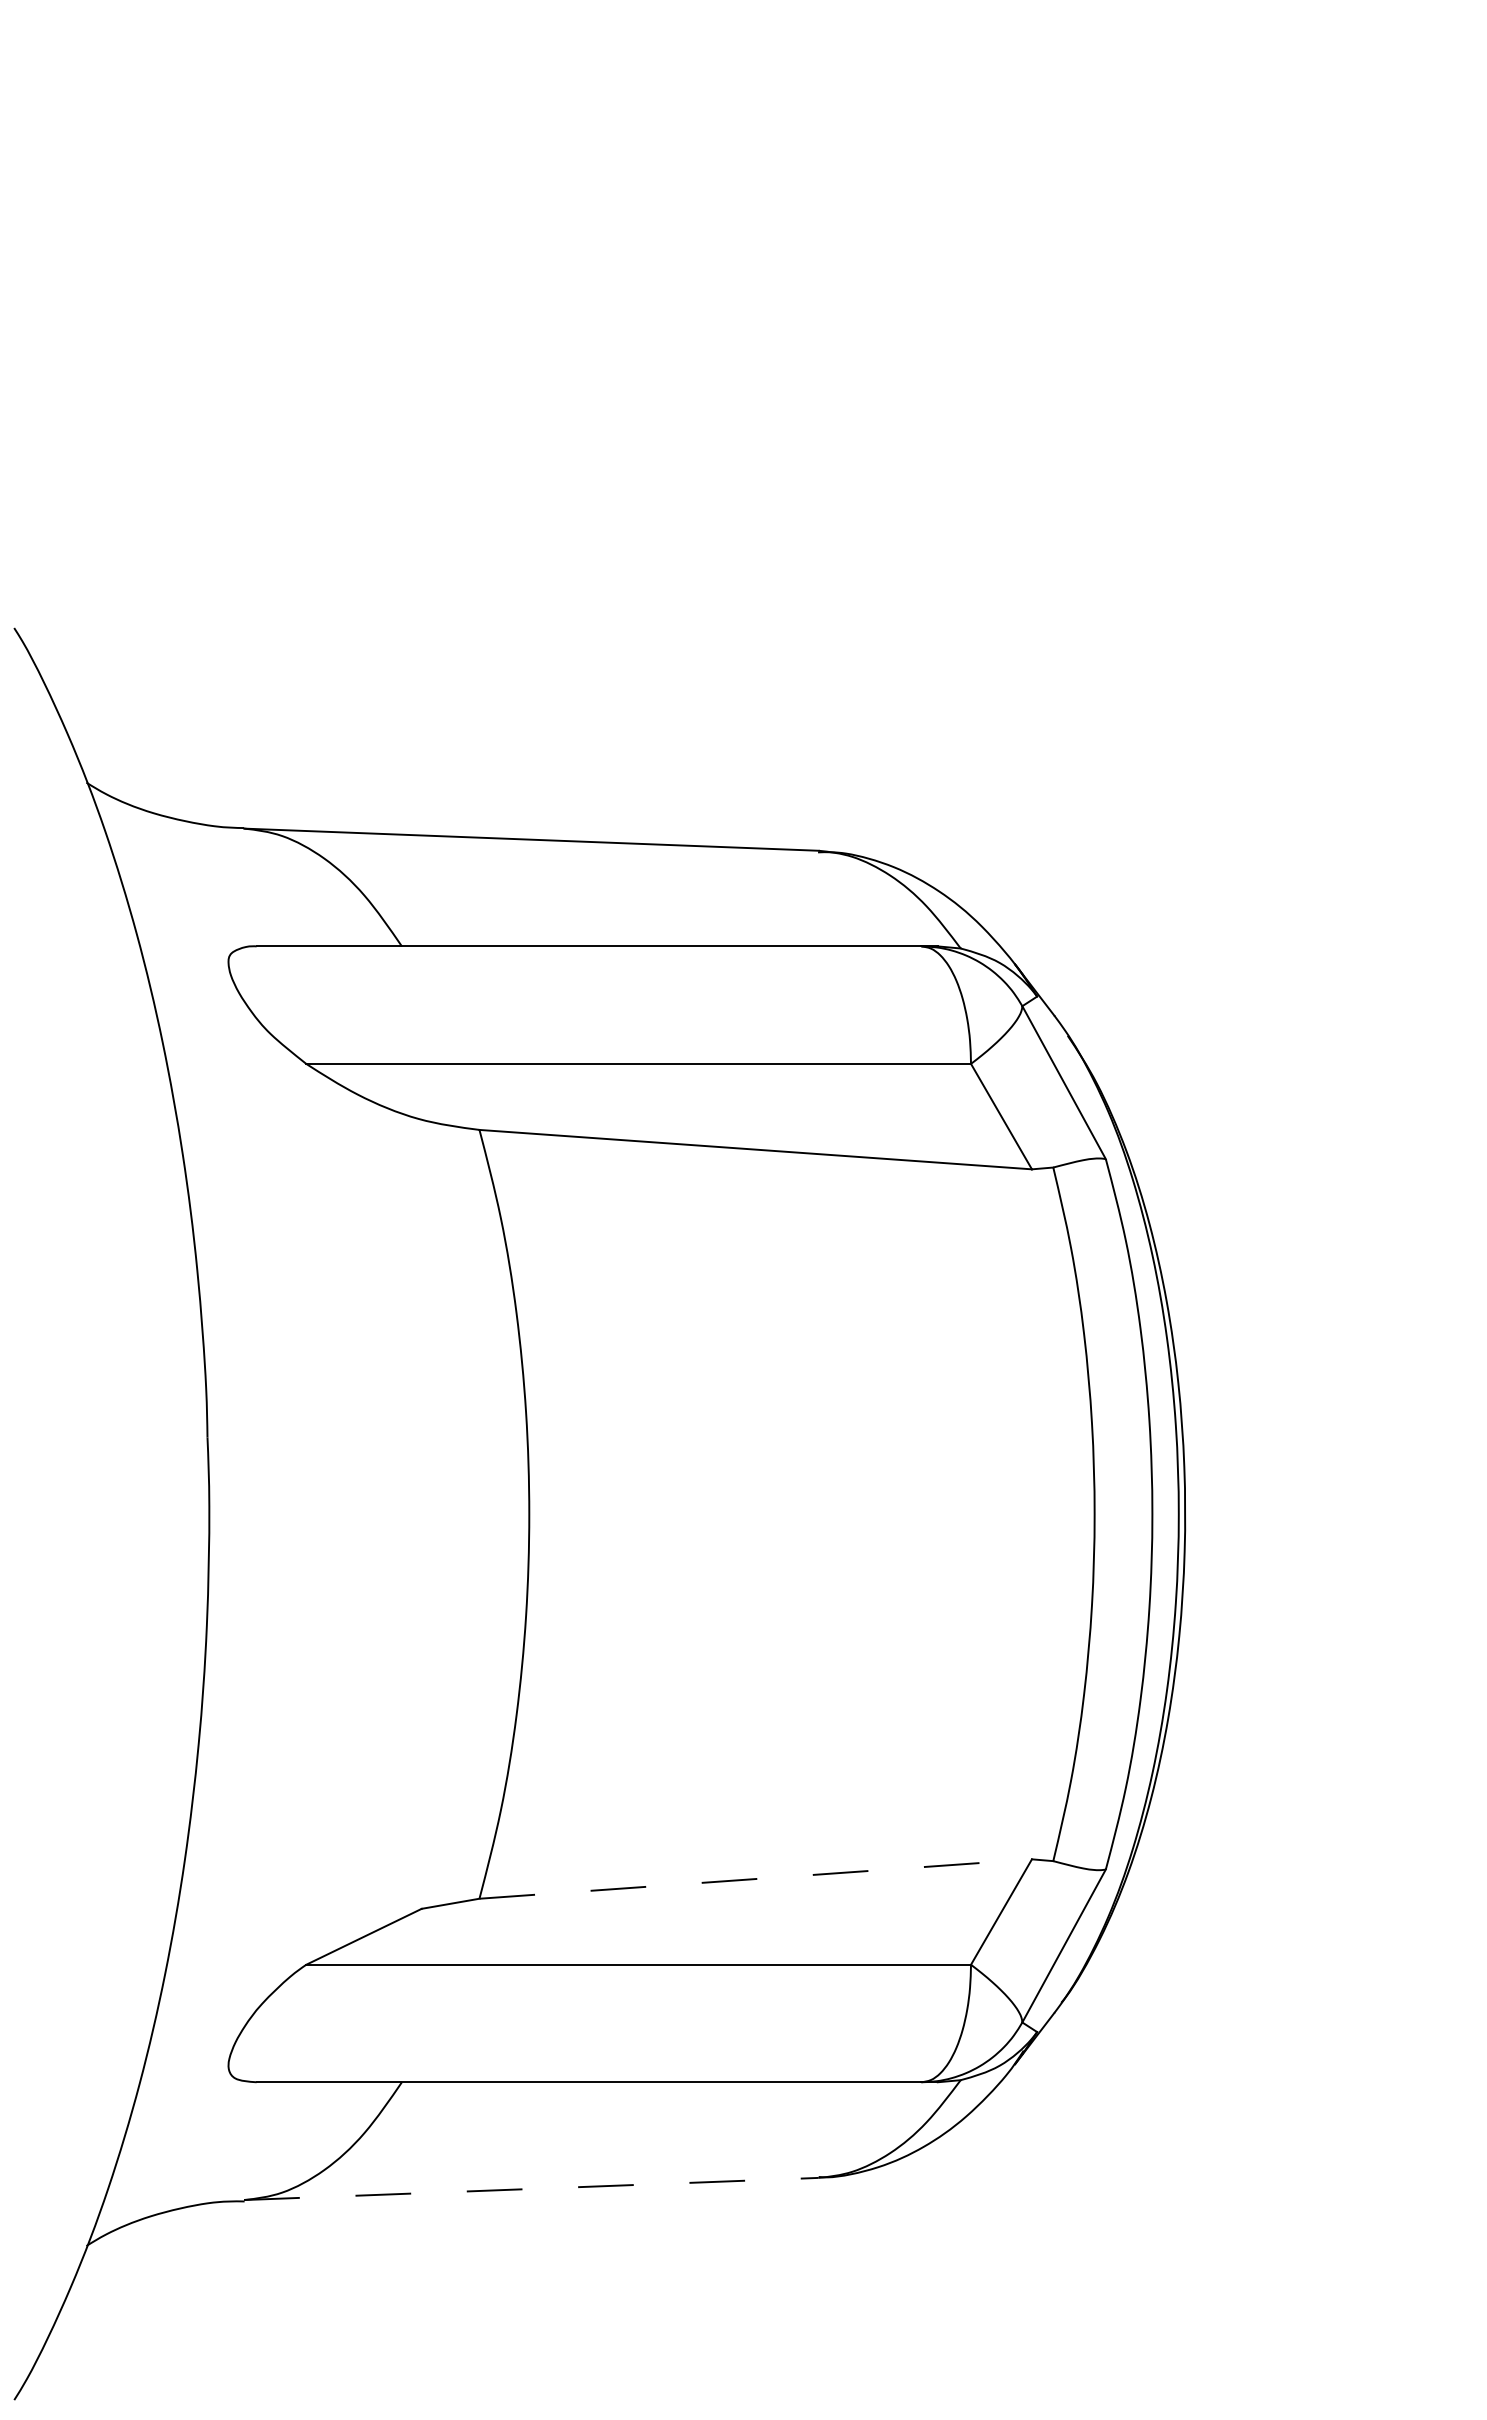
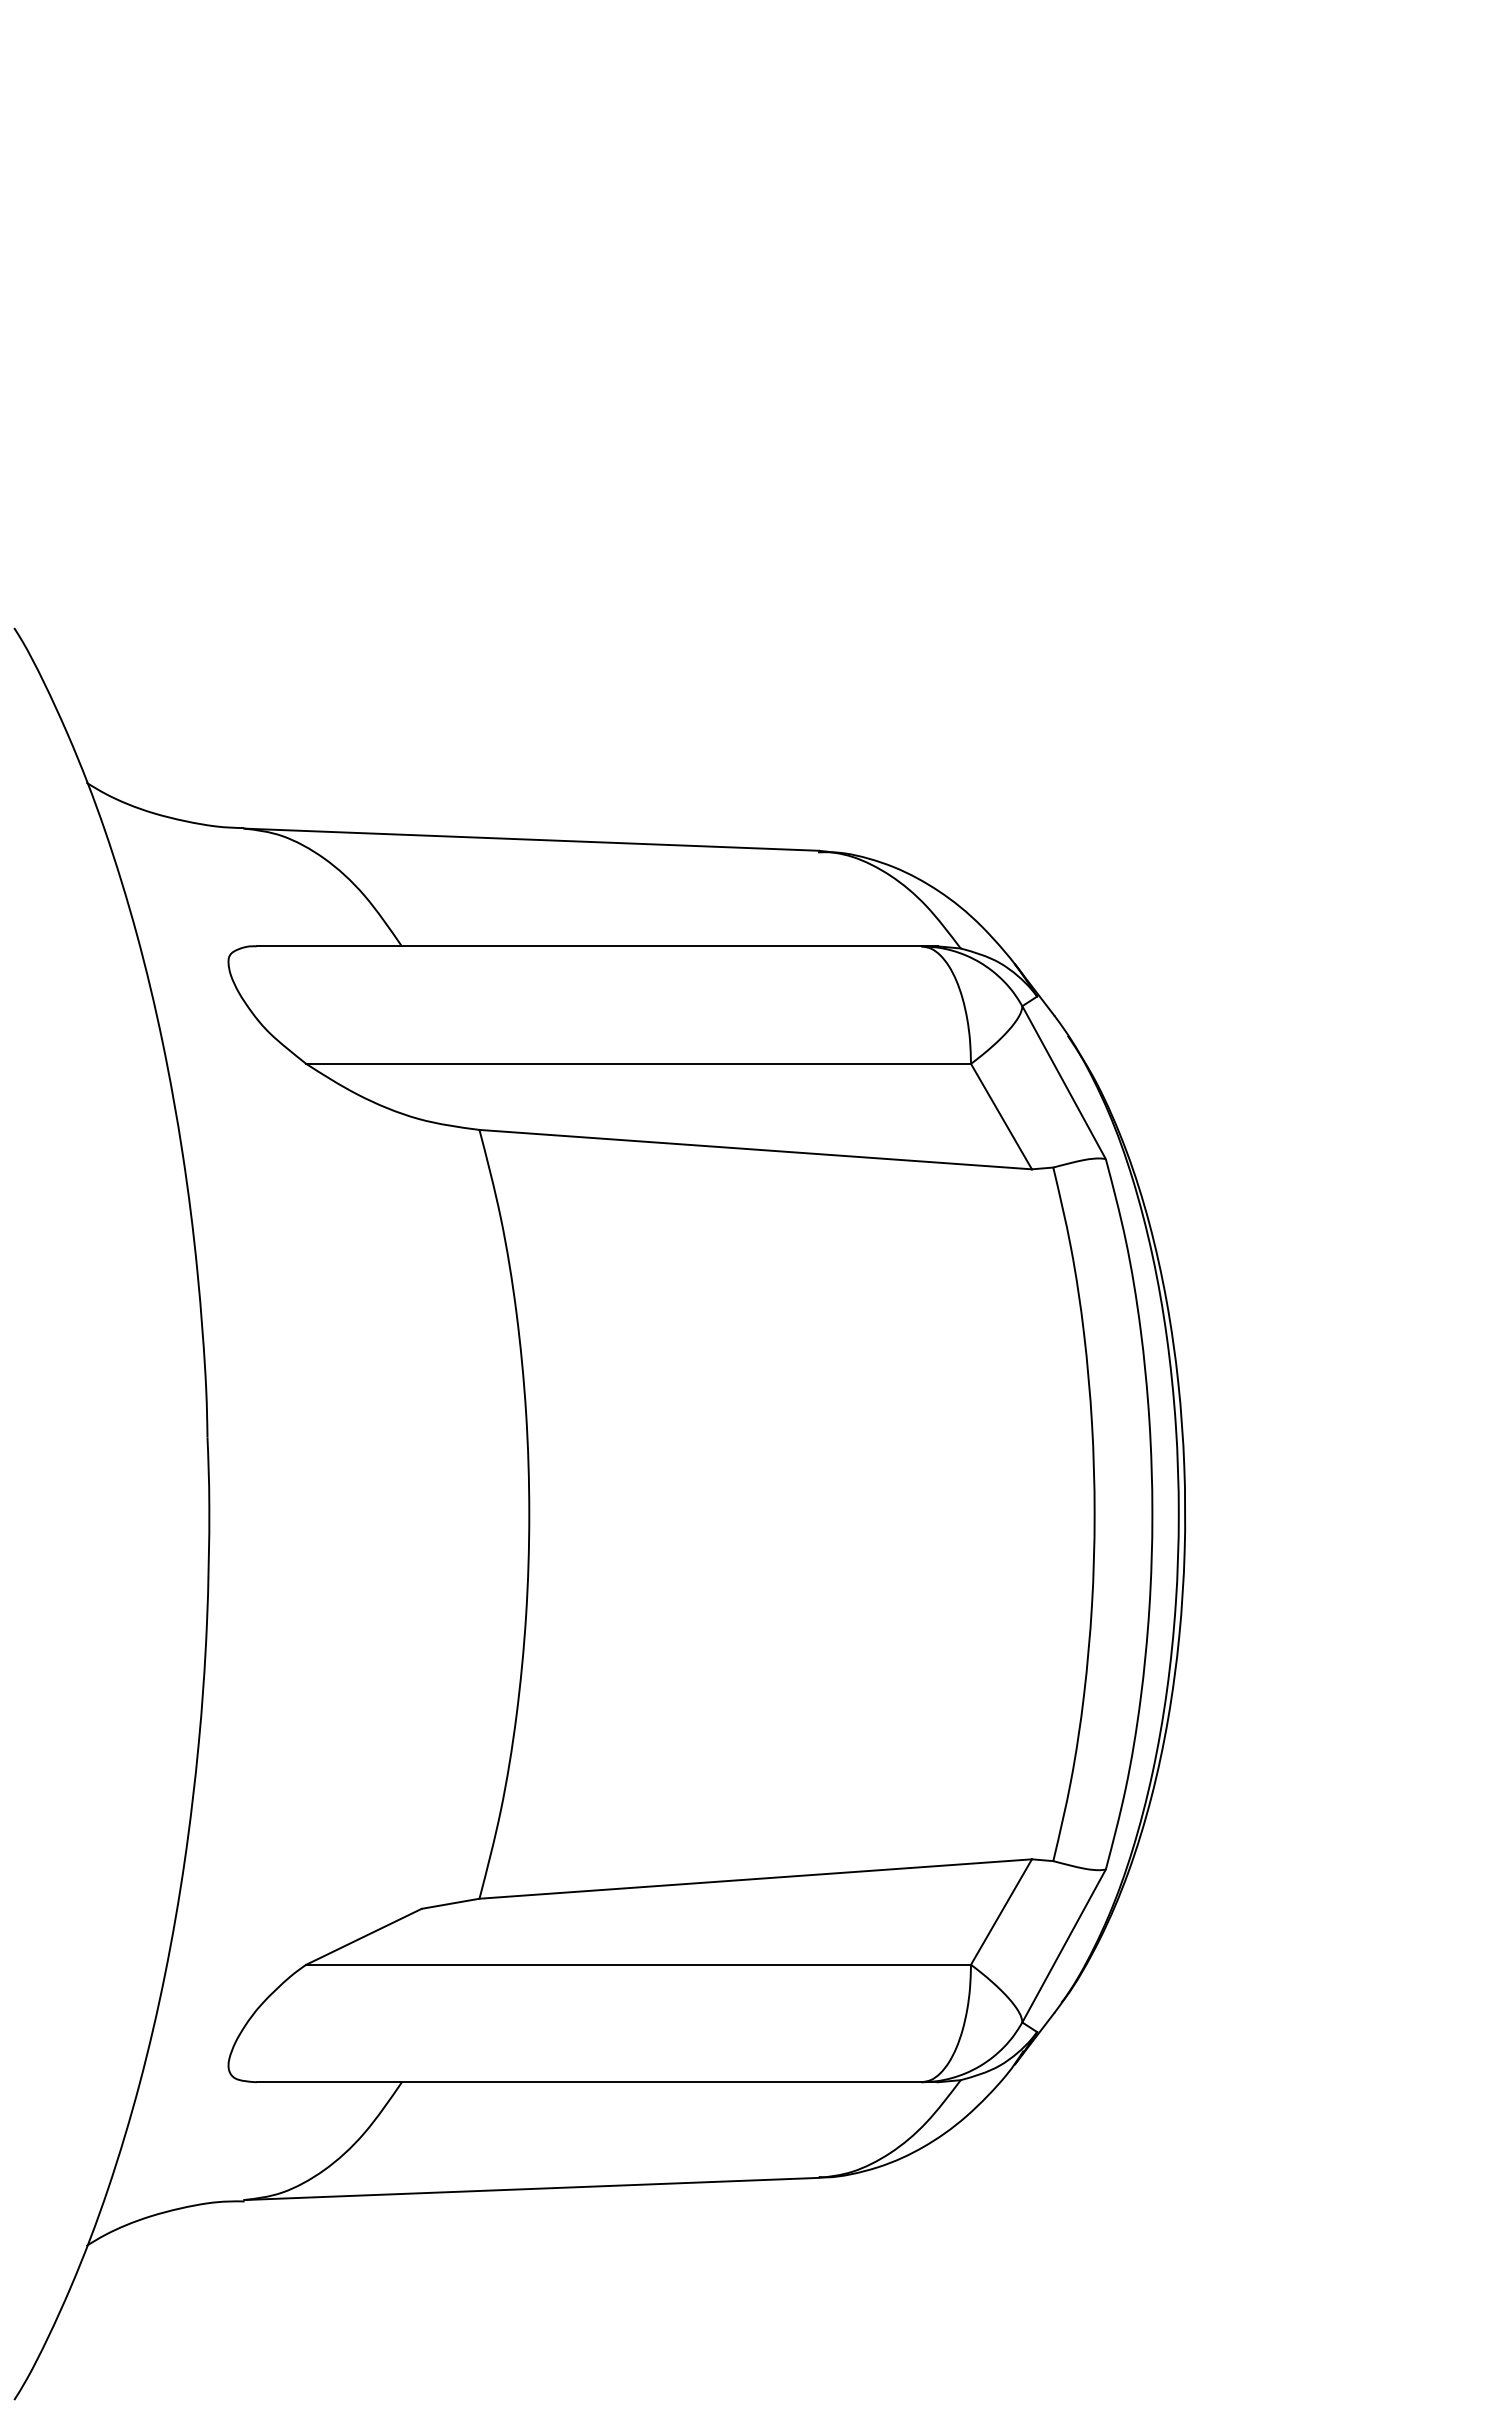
line at (755, 1879): dashed -> solid
line at (531, 2188): dashed -> solid
